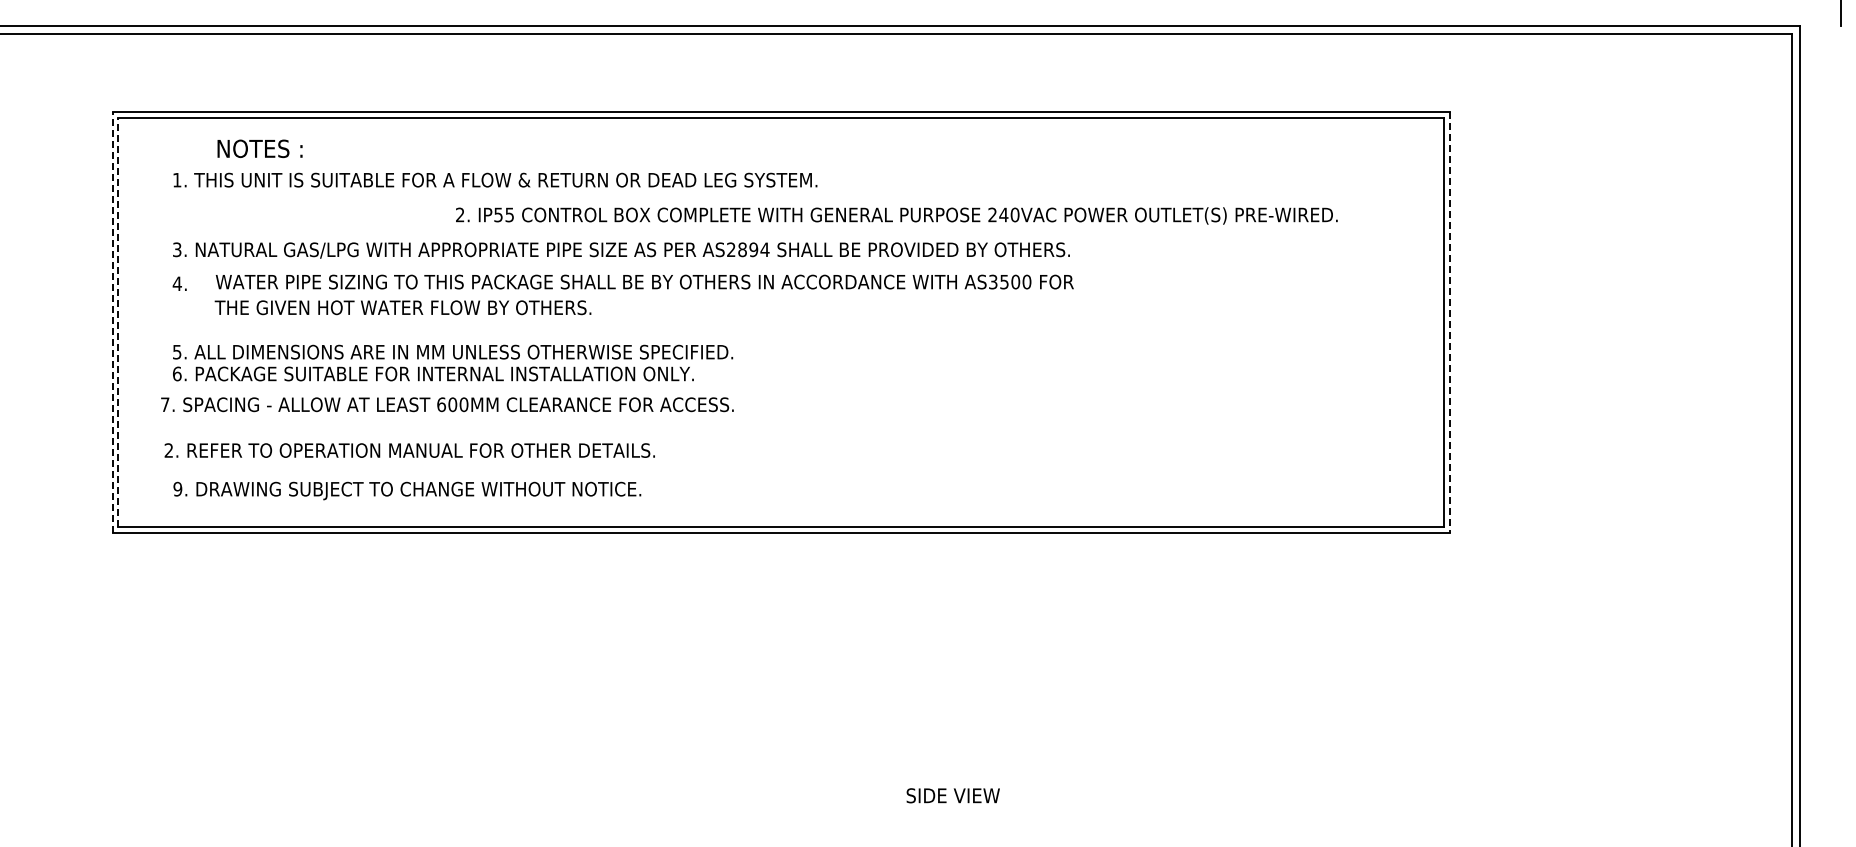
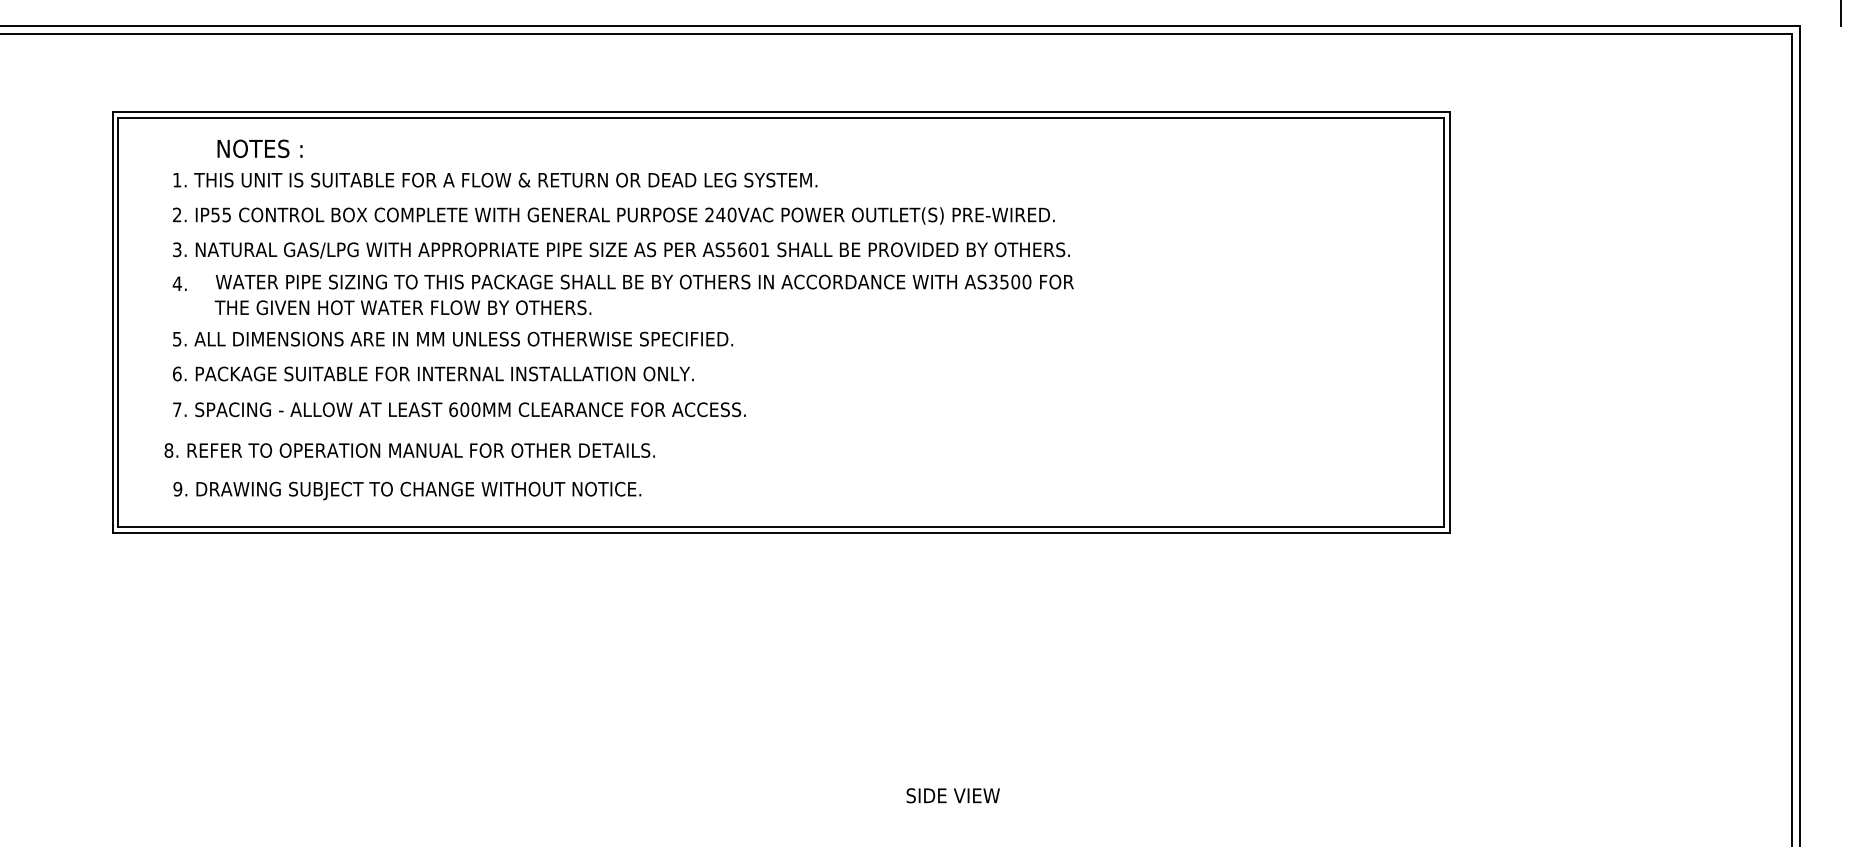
text at (896, 215) position: (896, 215) -> (613, 215)
text at (748, 249): AS2894 -> AS5601
line at (112, 322): dashed -> solid
line at (118, 322): dashed -> solid
line at (1449, 323): dashed -> solid
text at (453, 351) position: (453, 351) -> (453, 338)
text at (447, 404) position: (447, 404) -> (459, 409)
text at (168, 450): 2. -> 8.
